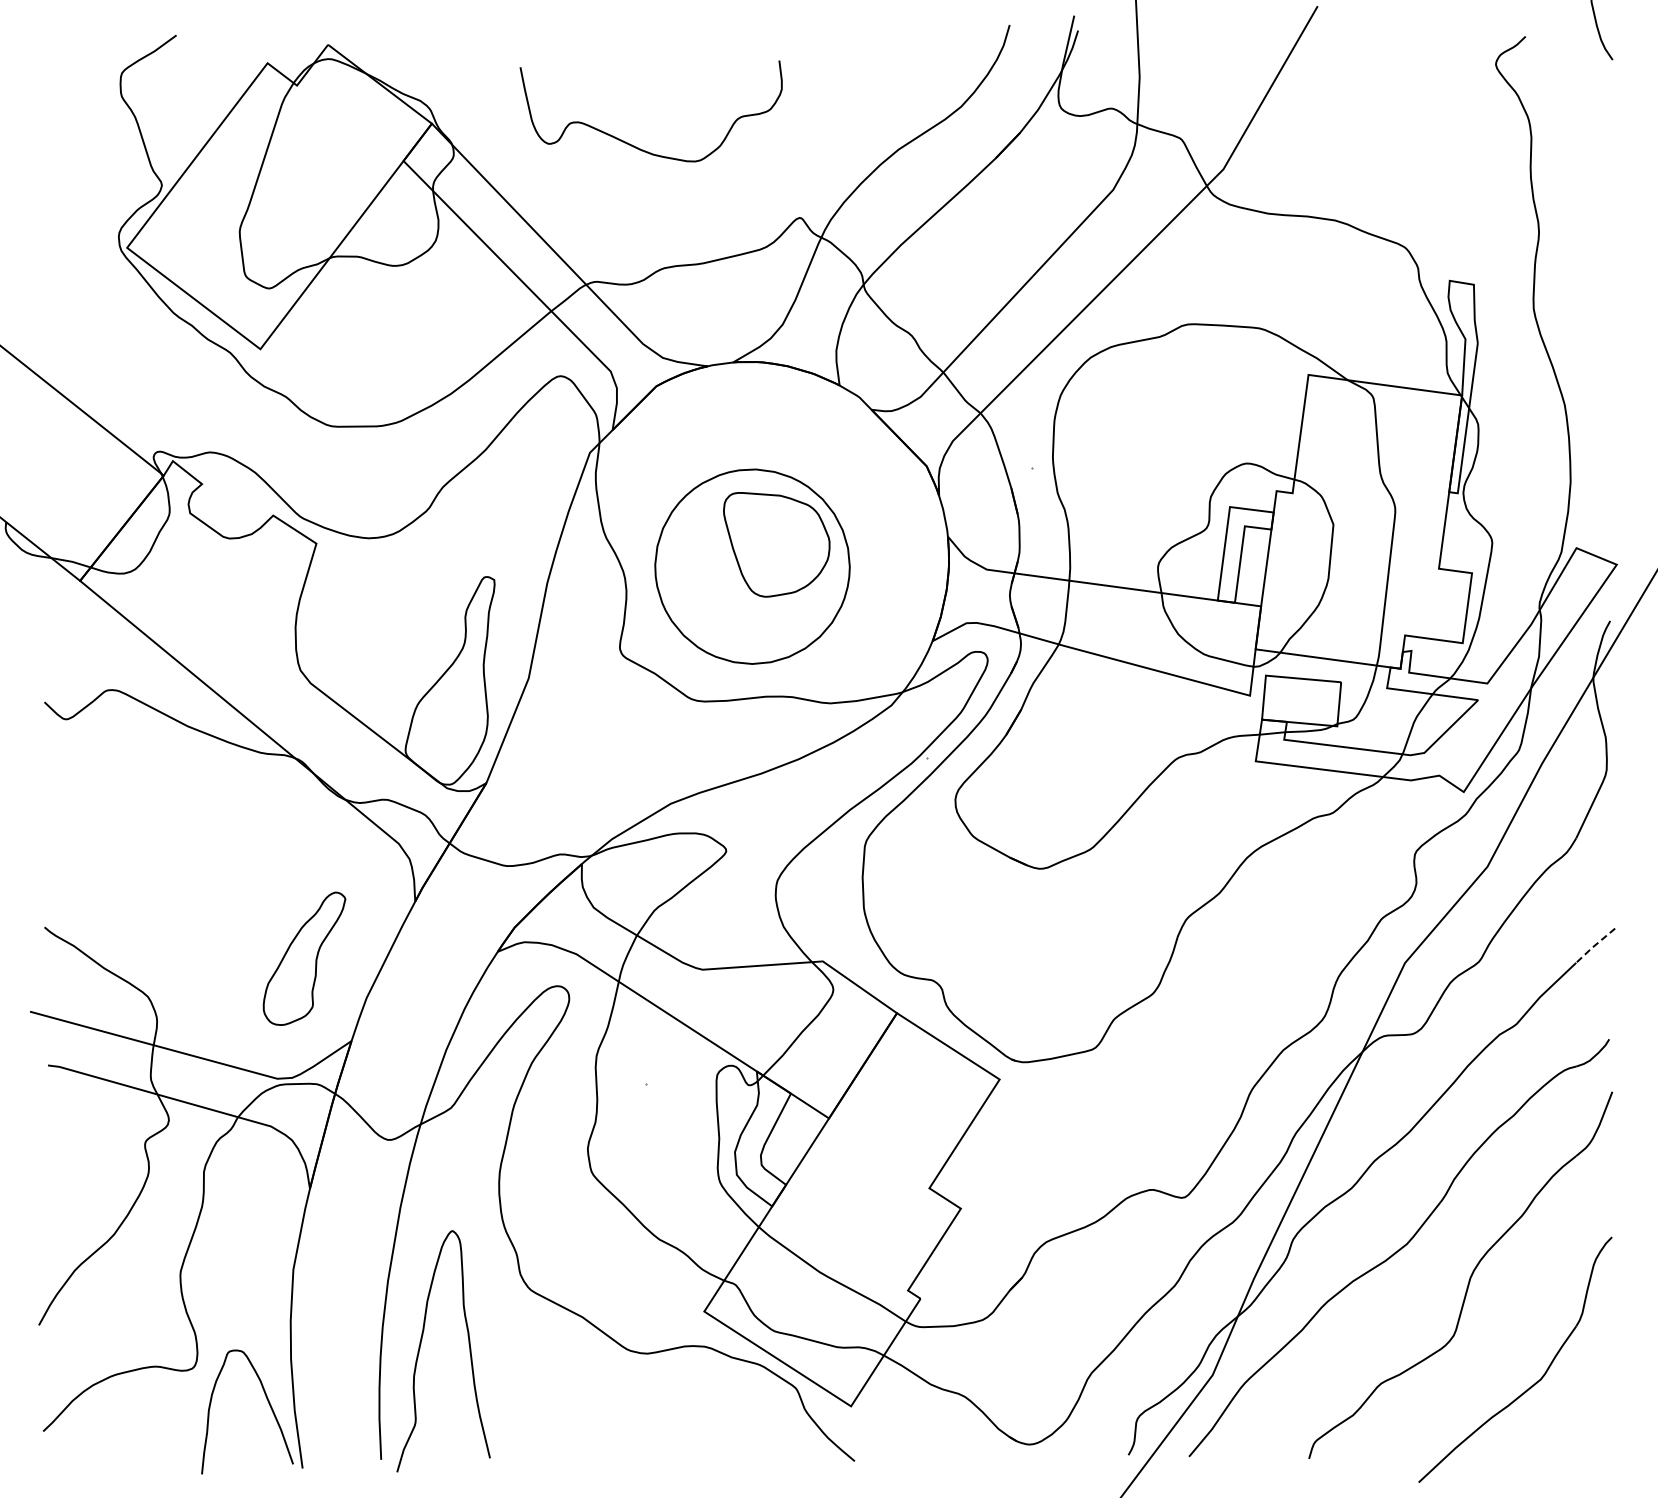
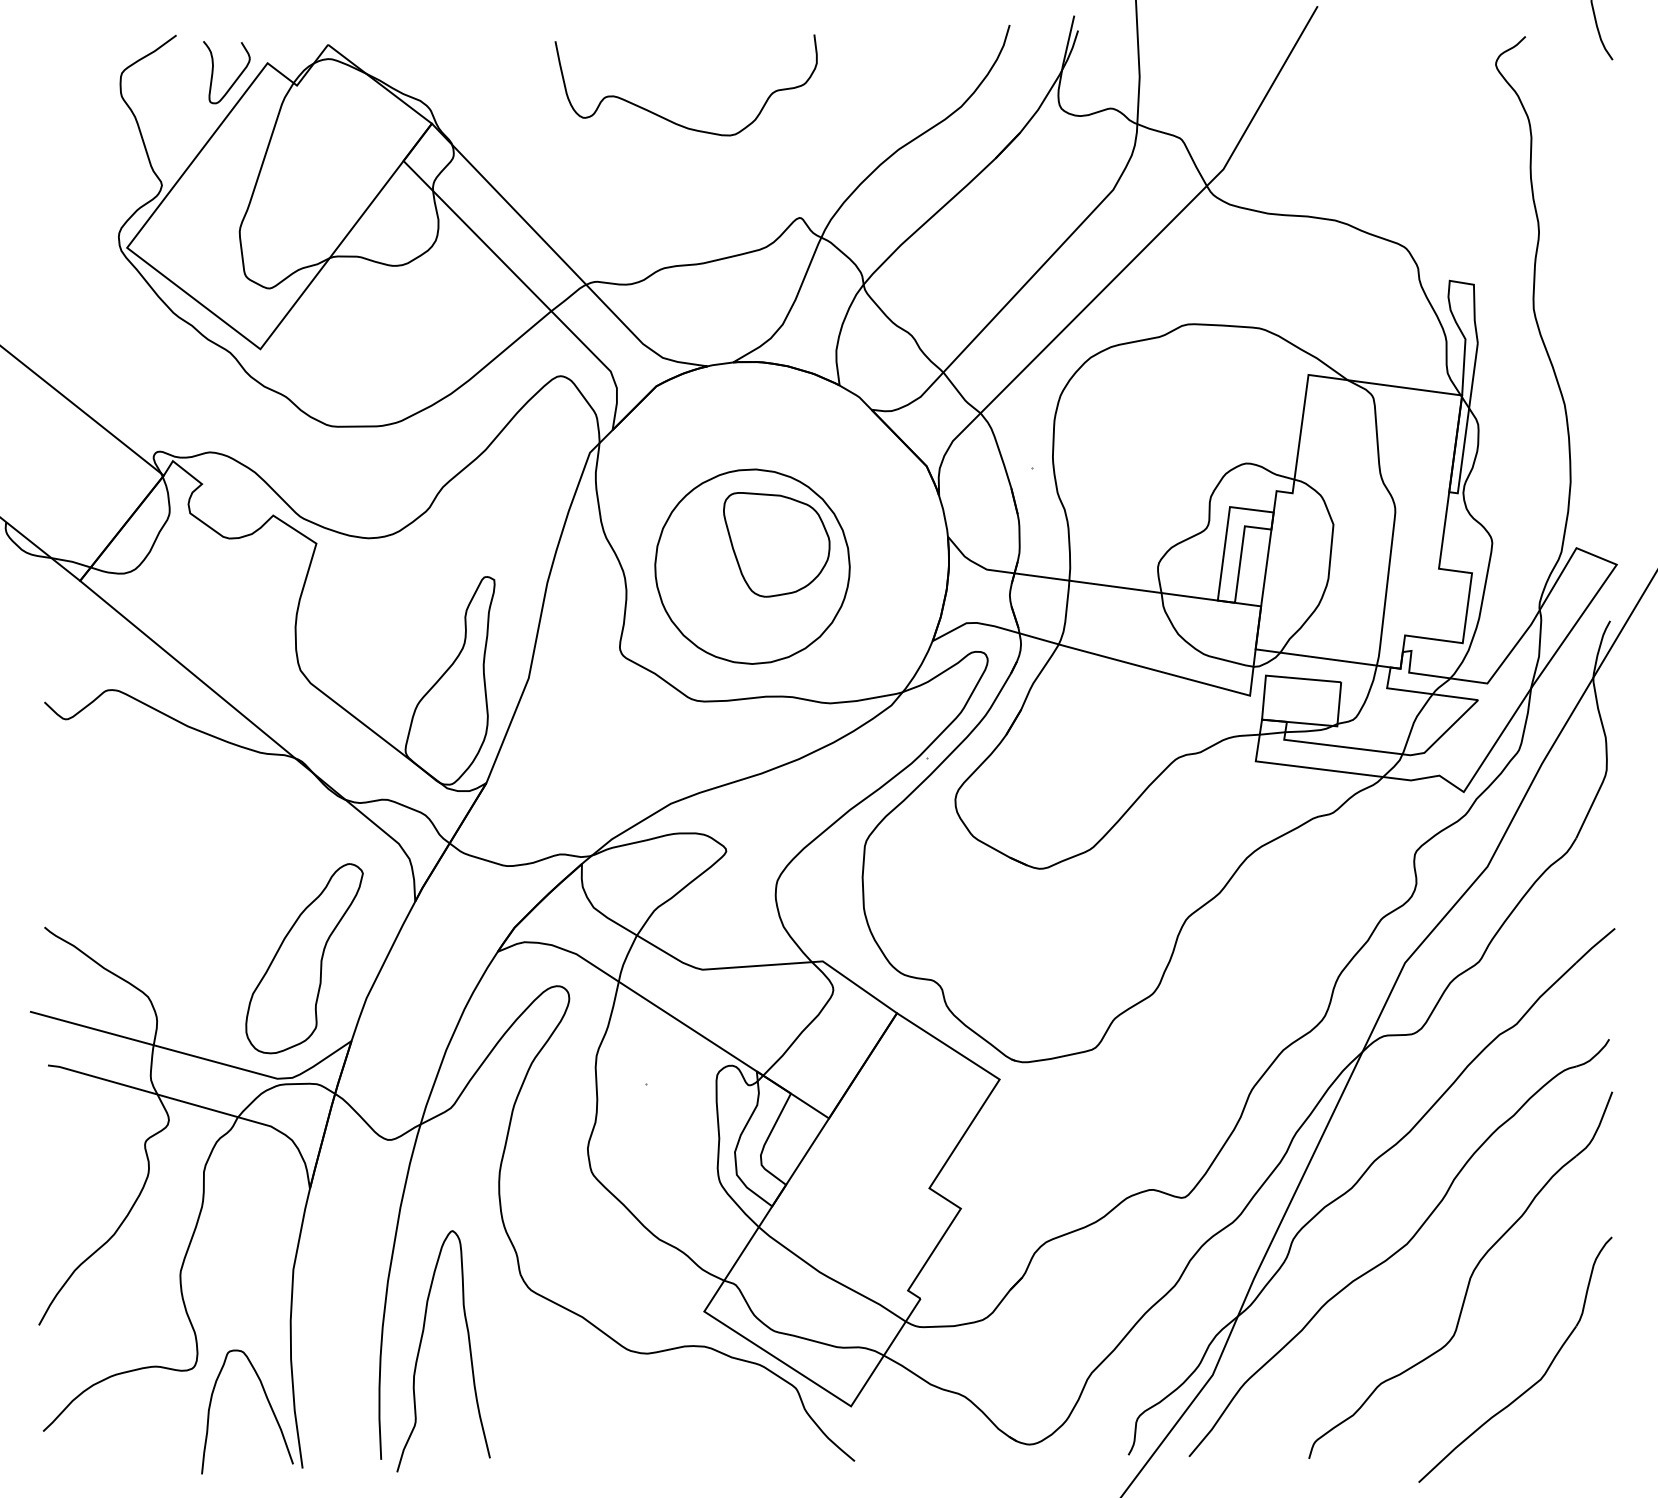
curve at (235, 79): none -> present
curve at (634, 145) position: (634, 145) -> (669, 119)
line at (1594, 945): dashed -> solid
part at (304, 958) size: 85x135 px -> 119x192 px
